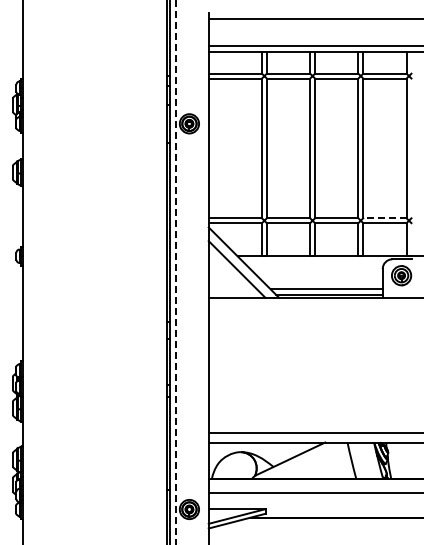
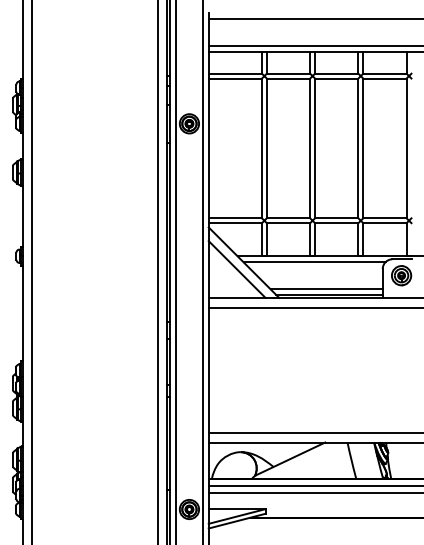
line at (384, 218): dashed -> solid
line at (314, 262): none -> present
line at (32, 271): none -> present
line at (157, 271): none -> present
line at (202, 271): none -> present
line at (175, 272): dashed -> solid
line at (314, 307): none -> present
line at (314, 486): none -> present
